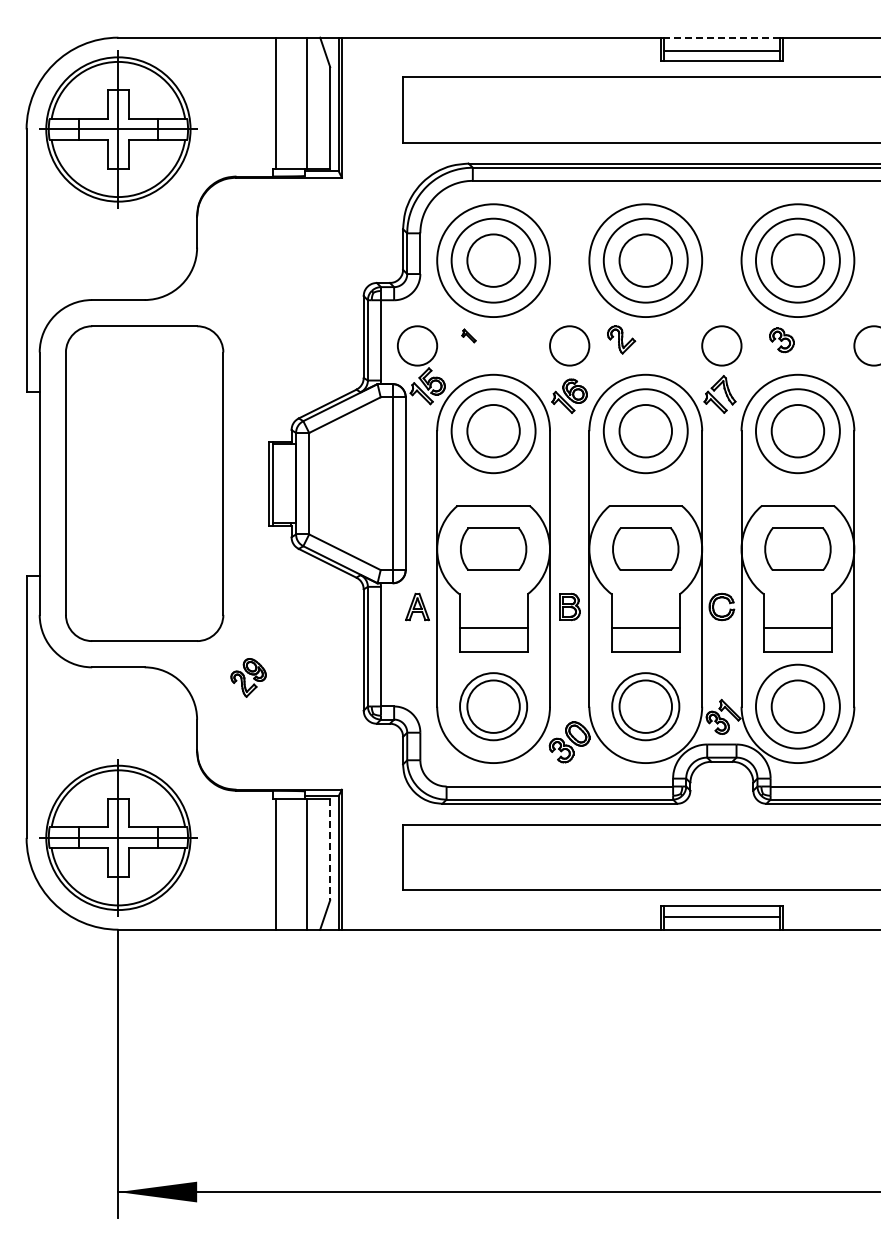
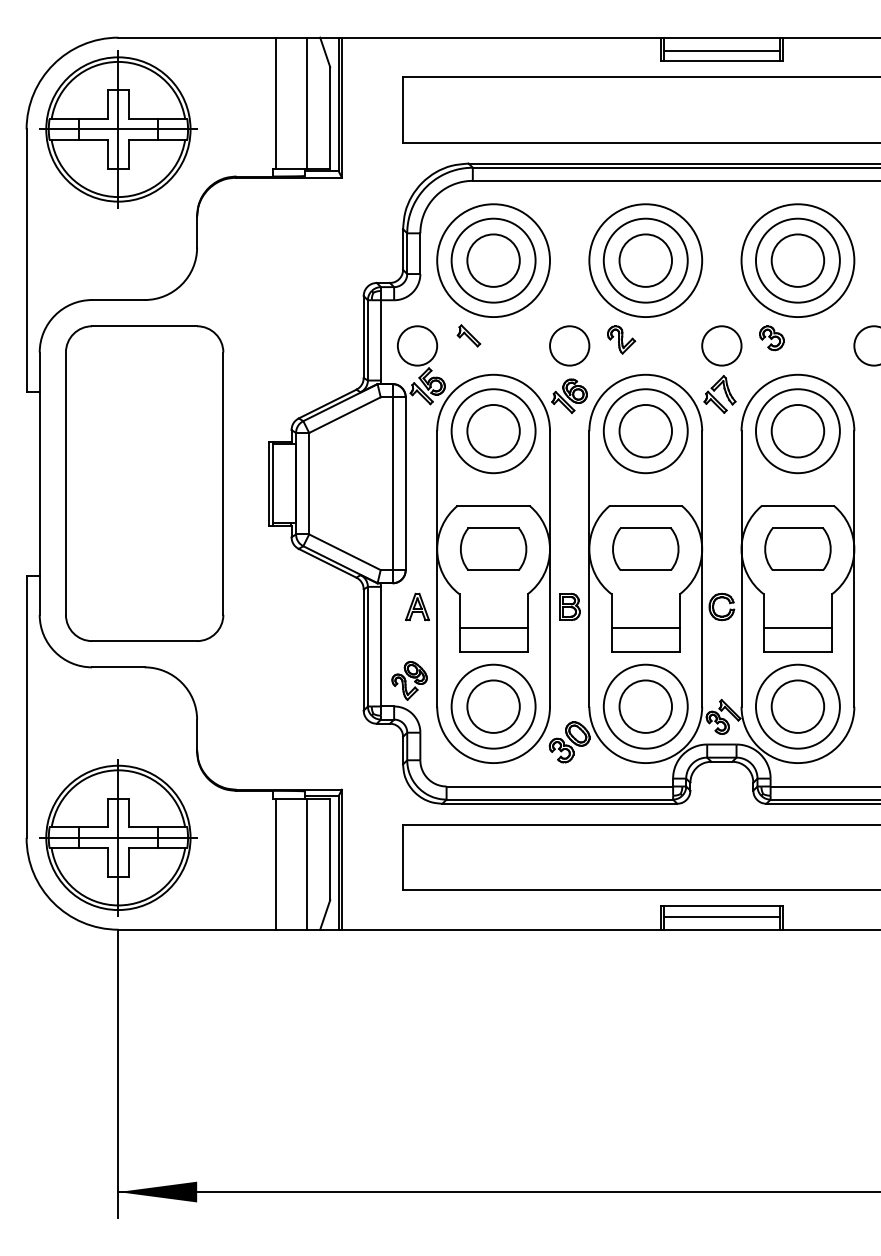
line at (721, 37): dashed -> solid
part at (468, 335) size: 16x16 px -> 26x24 px
part at (781, 340) position: (781, 340) -> (771, 338)
part at (248, 677) position: (248, 677) -> (409, 680)
circle at (493, 706) diameter: 67 px -> 84 px
circle at (645, 706) diameter: 67 px -> 84 px
line at (330, 849): dashed -> solid
